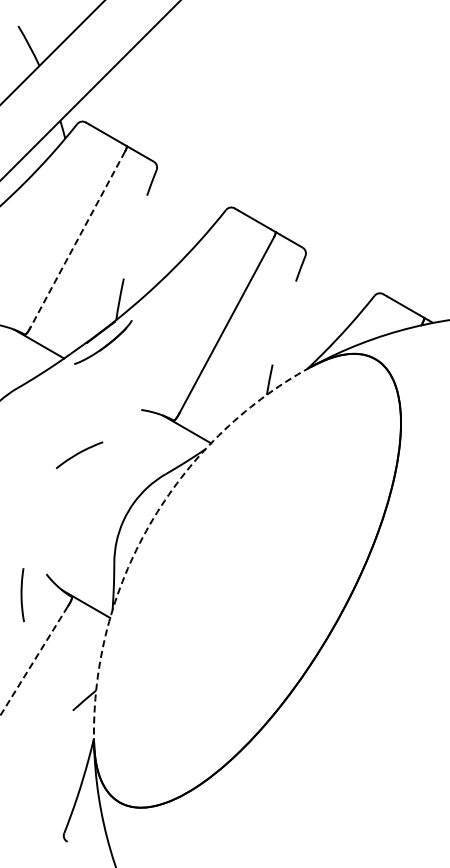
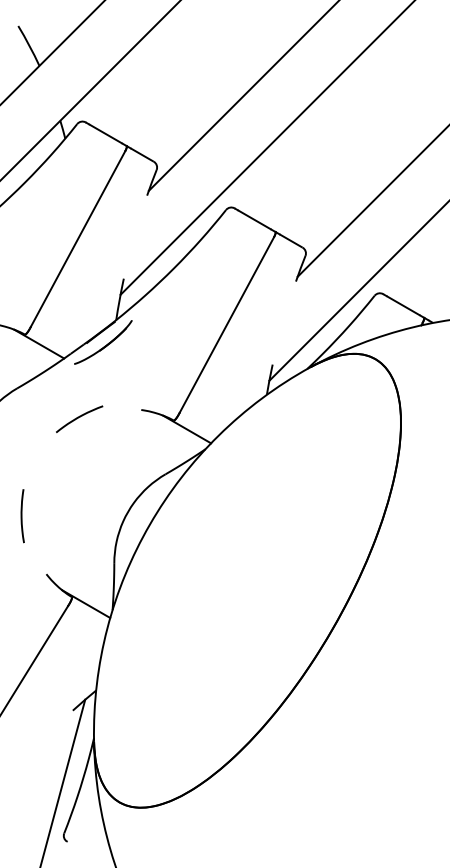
line at (242, 96): none -> present
line at (266, 148): none -> present
line at (371, 201): none -> present
line at (77, 239): dashed -> solid
line at (357, 291): none -> present
curve at (78, 454) position: (78, 454) -> (78, 418)
arc at (149, 524): dashed -> solid
curve at (22, 595) position: (22, 595) -> (22, 516)
line at (33, 661): dashed -> solid
line at (63, 781): none -> present
